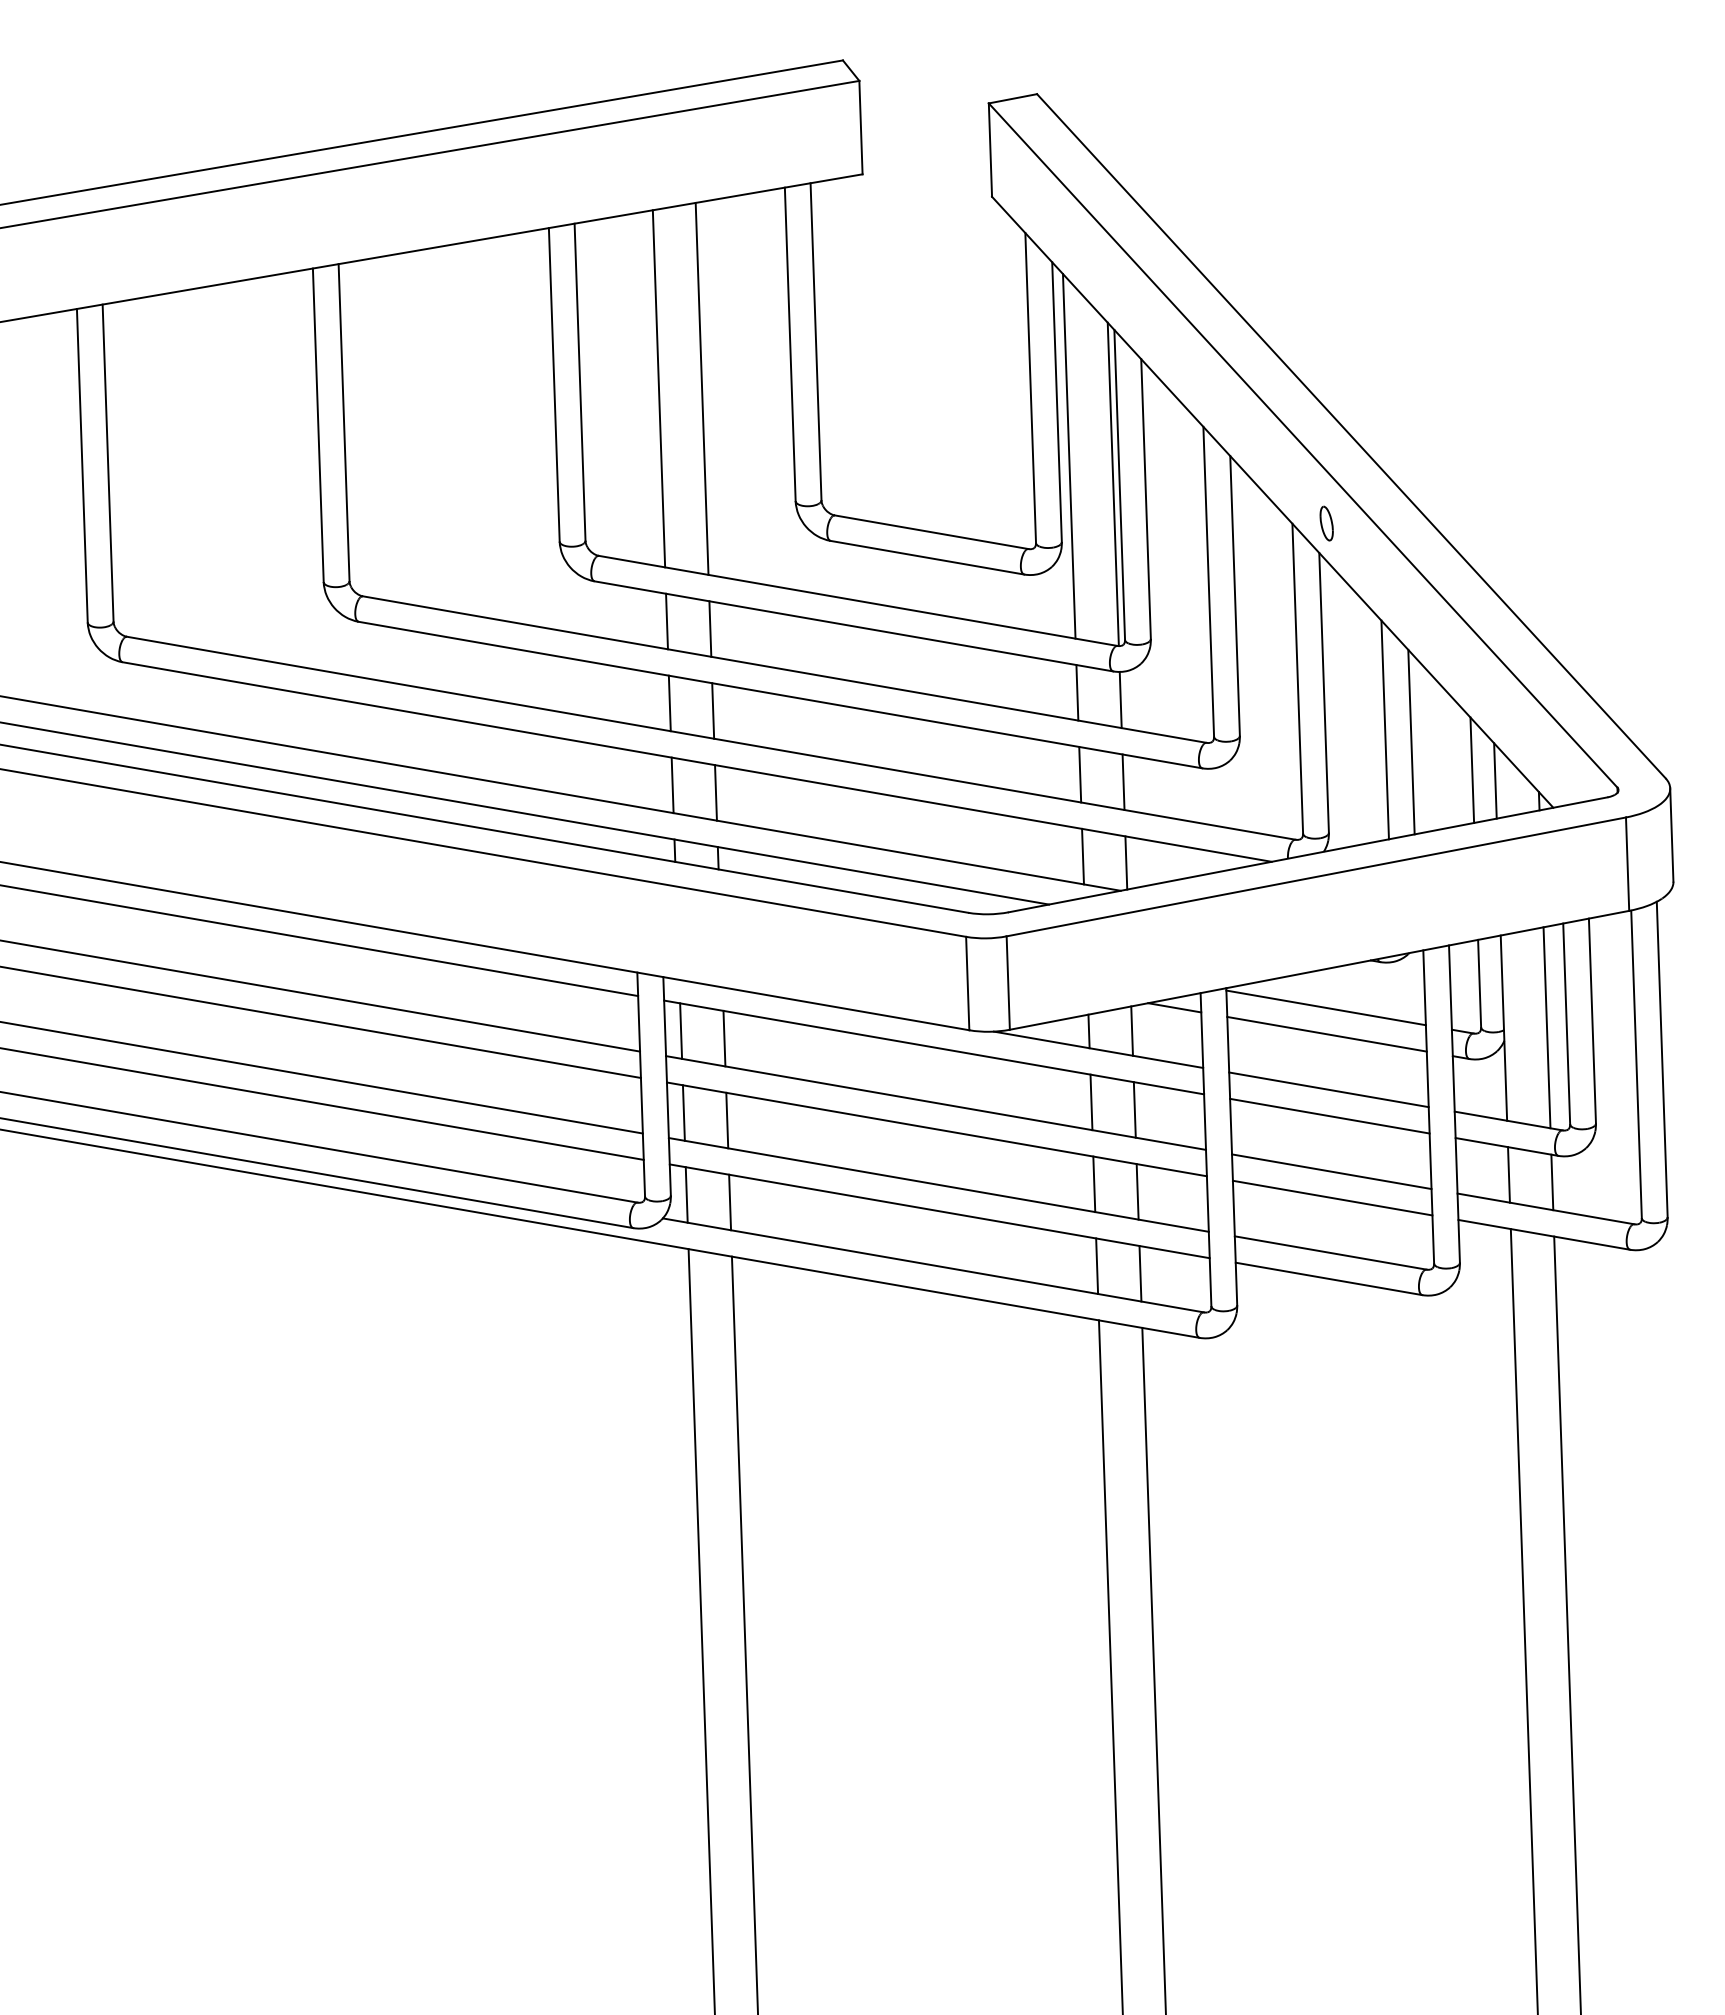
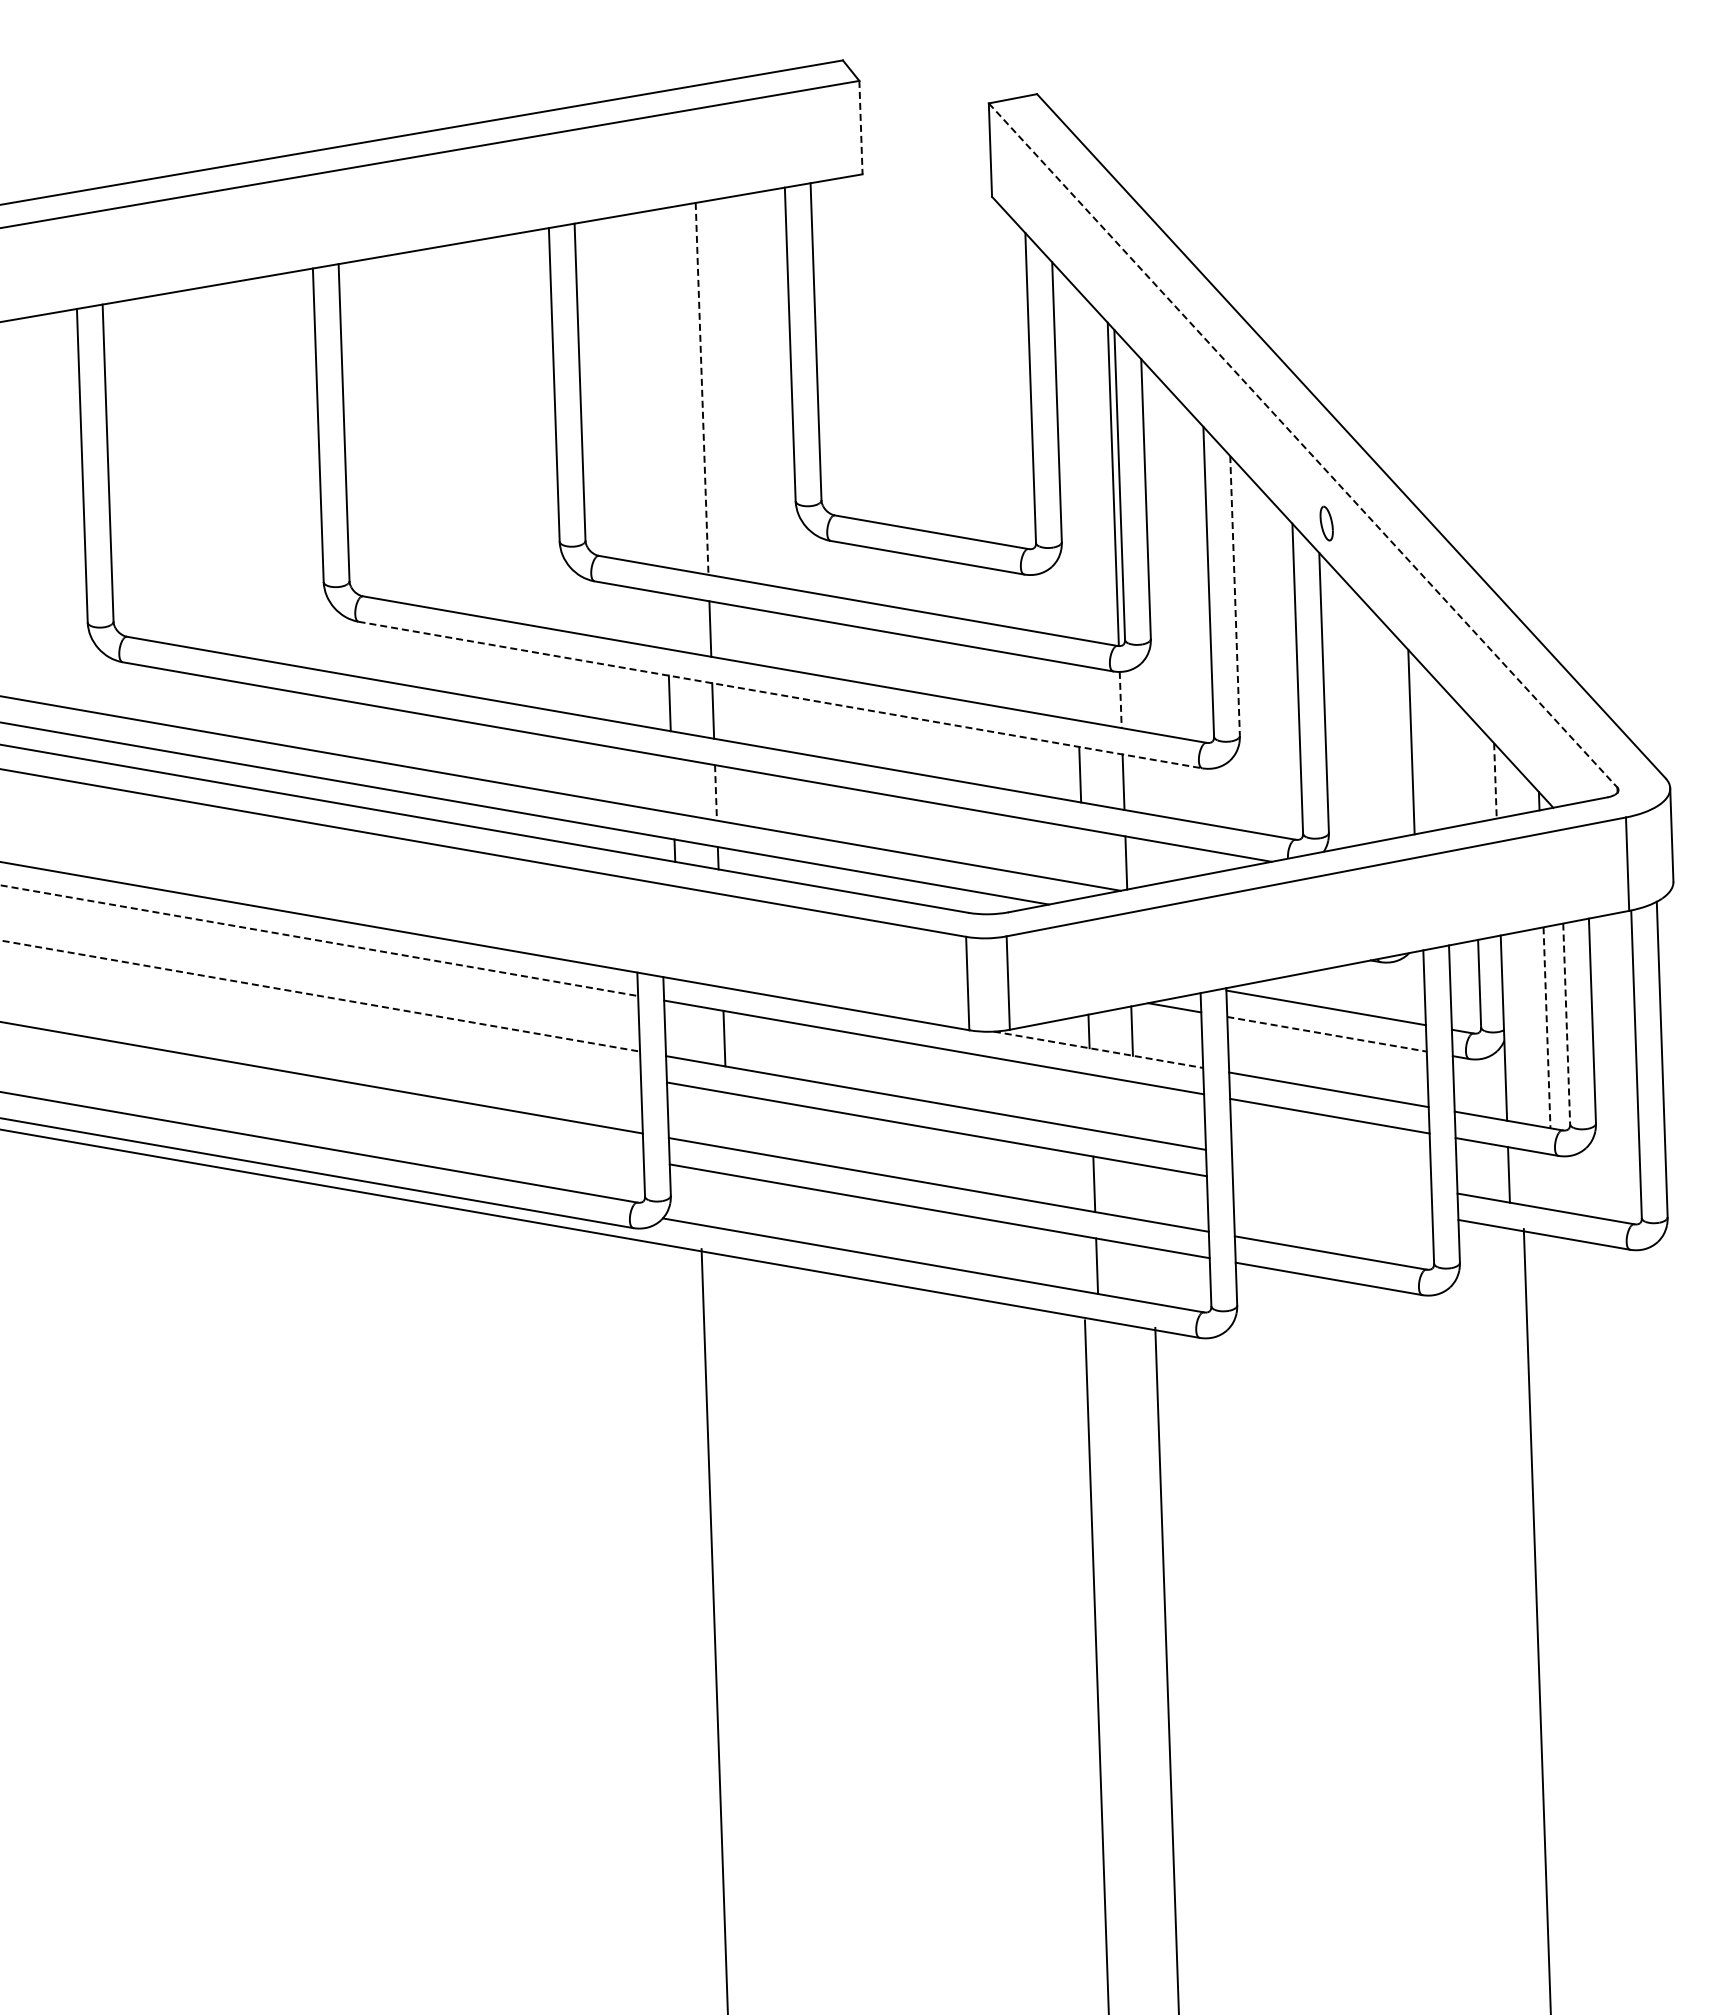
line at (860, 127): solid -> dashed
line at (658, 388): present -> none
line at (702, 389): solid -> dashed
line at (1303, 445): solid -> dashed
line at (1068, 456): present -> none
line at (1235, 595): solid -> dashed
line at (666, 621): present -> none
line at (1077, 692): present -> none
line at (780, 695): solid -> dashed
line at (1120, 700): solid -> dashed
line at (1384, 729): present -> none
line at (1472, 769): present -> none
line at (1495, 780): solid -> dashed
line at (672, 785): present -> none
line at (715, 792): solid -> dashed
line at (1082, 856): present -> none
line at (319, 940): solid -> dashed
line at (320, 996): solid -> dashed
line at (321, 1022): present -> none
line at (1566, 1024): solid -> dashed
line at (1547, 1027): solid -> dashed
line at (681, 1030): present -> none
line at (1327, 1034): solid -> dashed
line at (1099, 1049): solid -> dashed
line at (1091, 1102): present -> none
line at (322, 1103): present -> none
line at (1134, 1109): present -> none
line at (683, 1112): present -> none
line at (727, 1120): present -> none
line at (1331, 1171): present -> none
line at (1552, 1182): present -> none
line at (1137, 1191): present -> none
line at (686, 1194): present -> none
line at (1332, 1197): present -> none
line at (730, 1202): present -> none
line at (1140, 1273): present -> none
line at (1523, 1620) position: (1523, 1620) -> (1536, 1620)
line at (1567, 1623): present -> none
line at (701, 1630) position: (701, 1630) -> (714, 1630)
line at (744, 1633): present -> none
line at (1110, 1665) position: (1110, 1665) -> (1096, 1665)
line at (1153, 1669) position: (1153, 1669) -> (1166, 1669)
